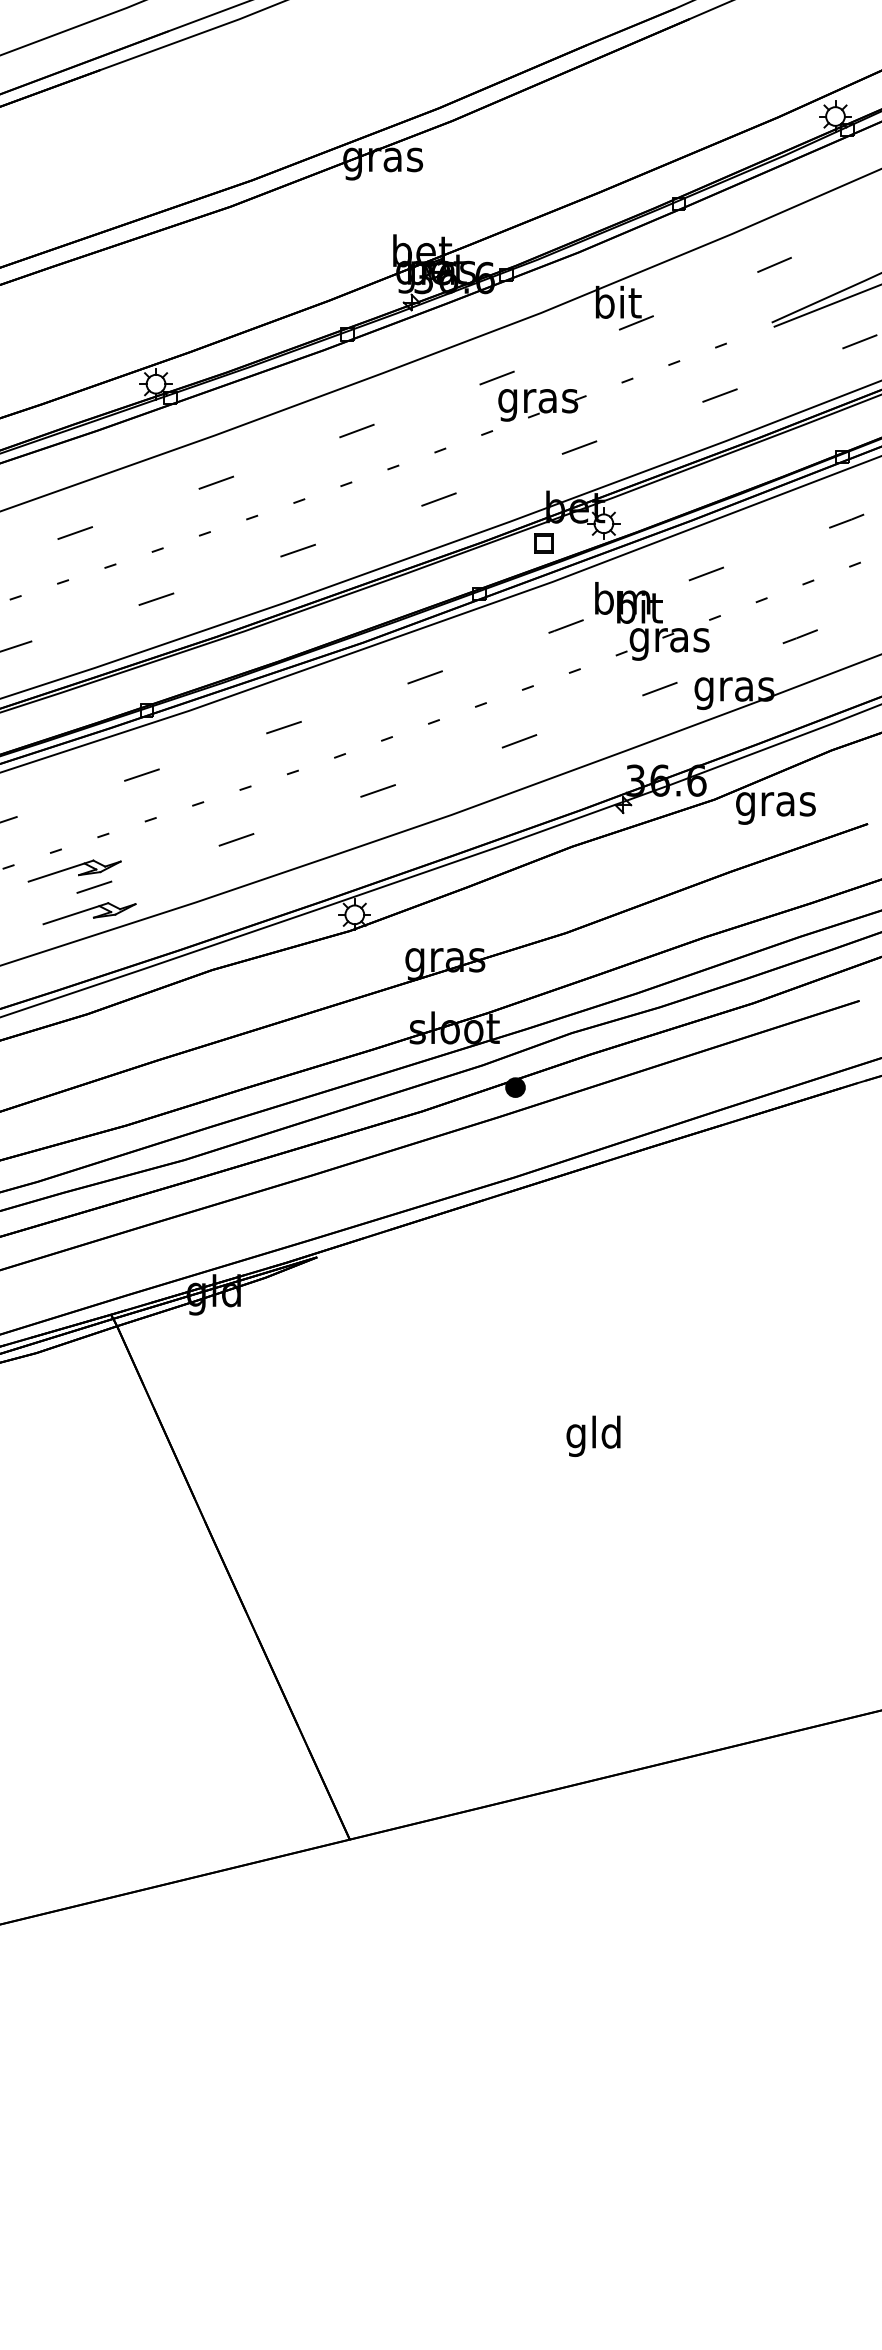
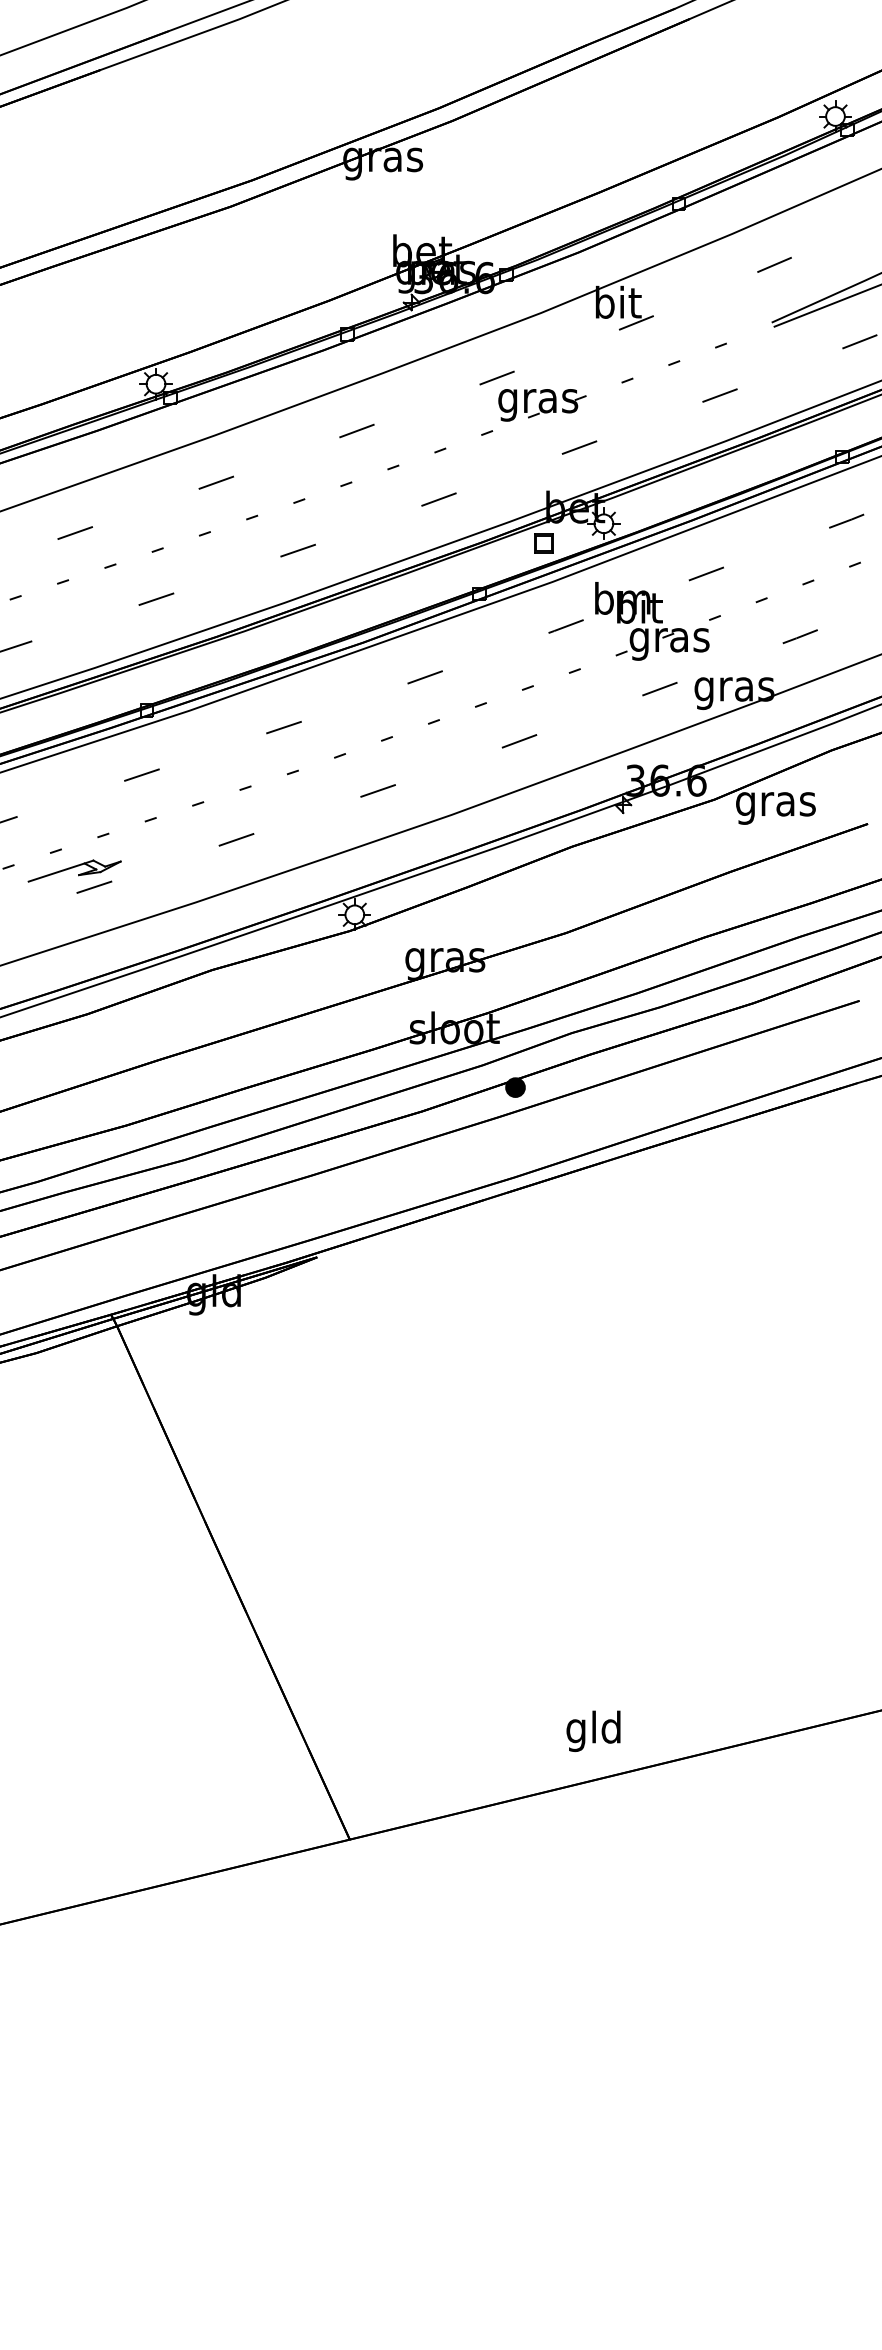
part at (89, 913): present -> none
text at (593, 1435) position: (593, 1435) -> (593, 1730)
